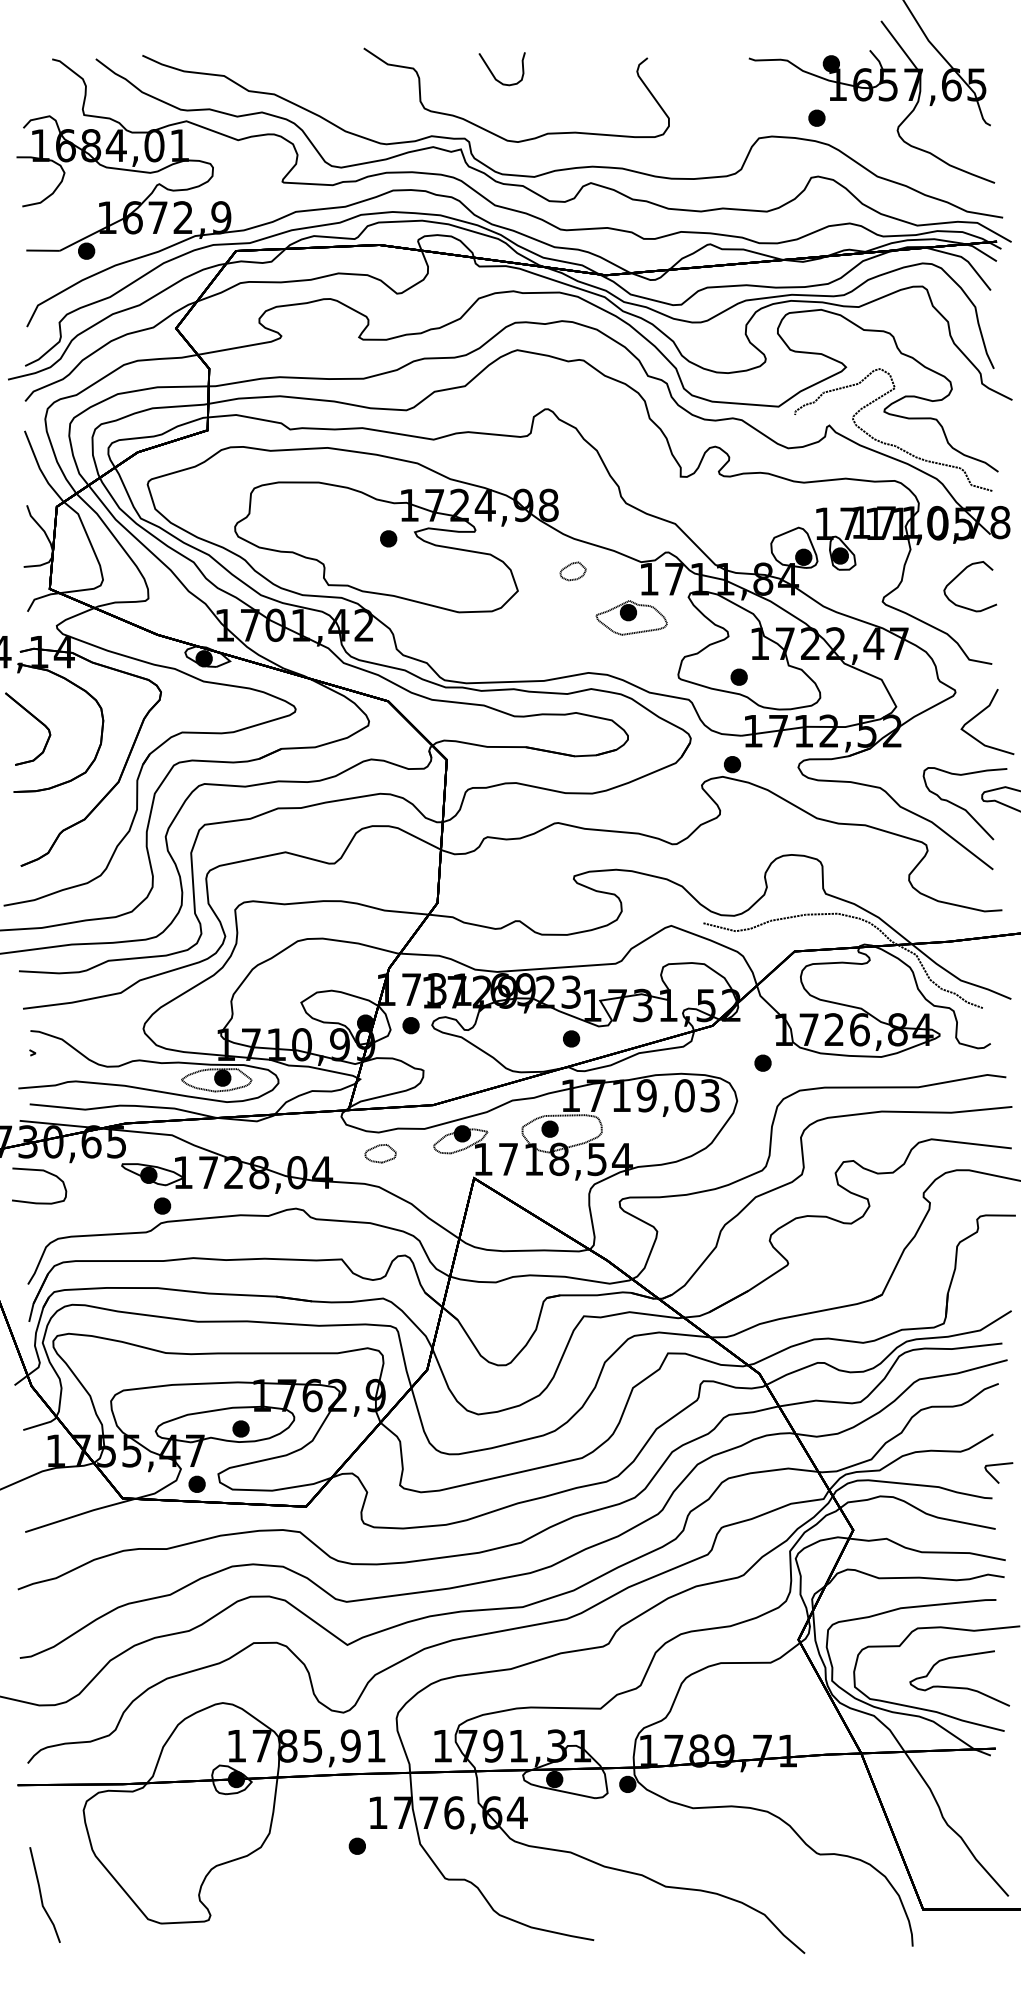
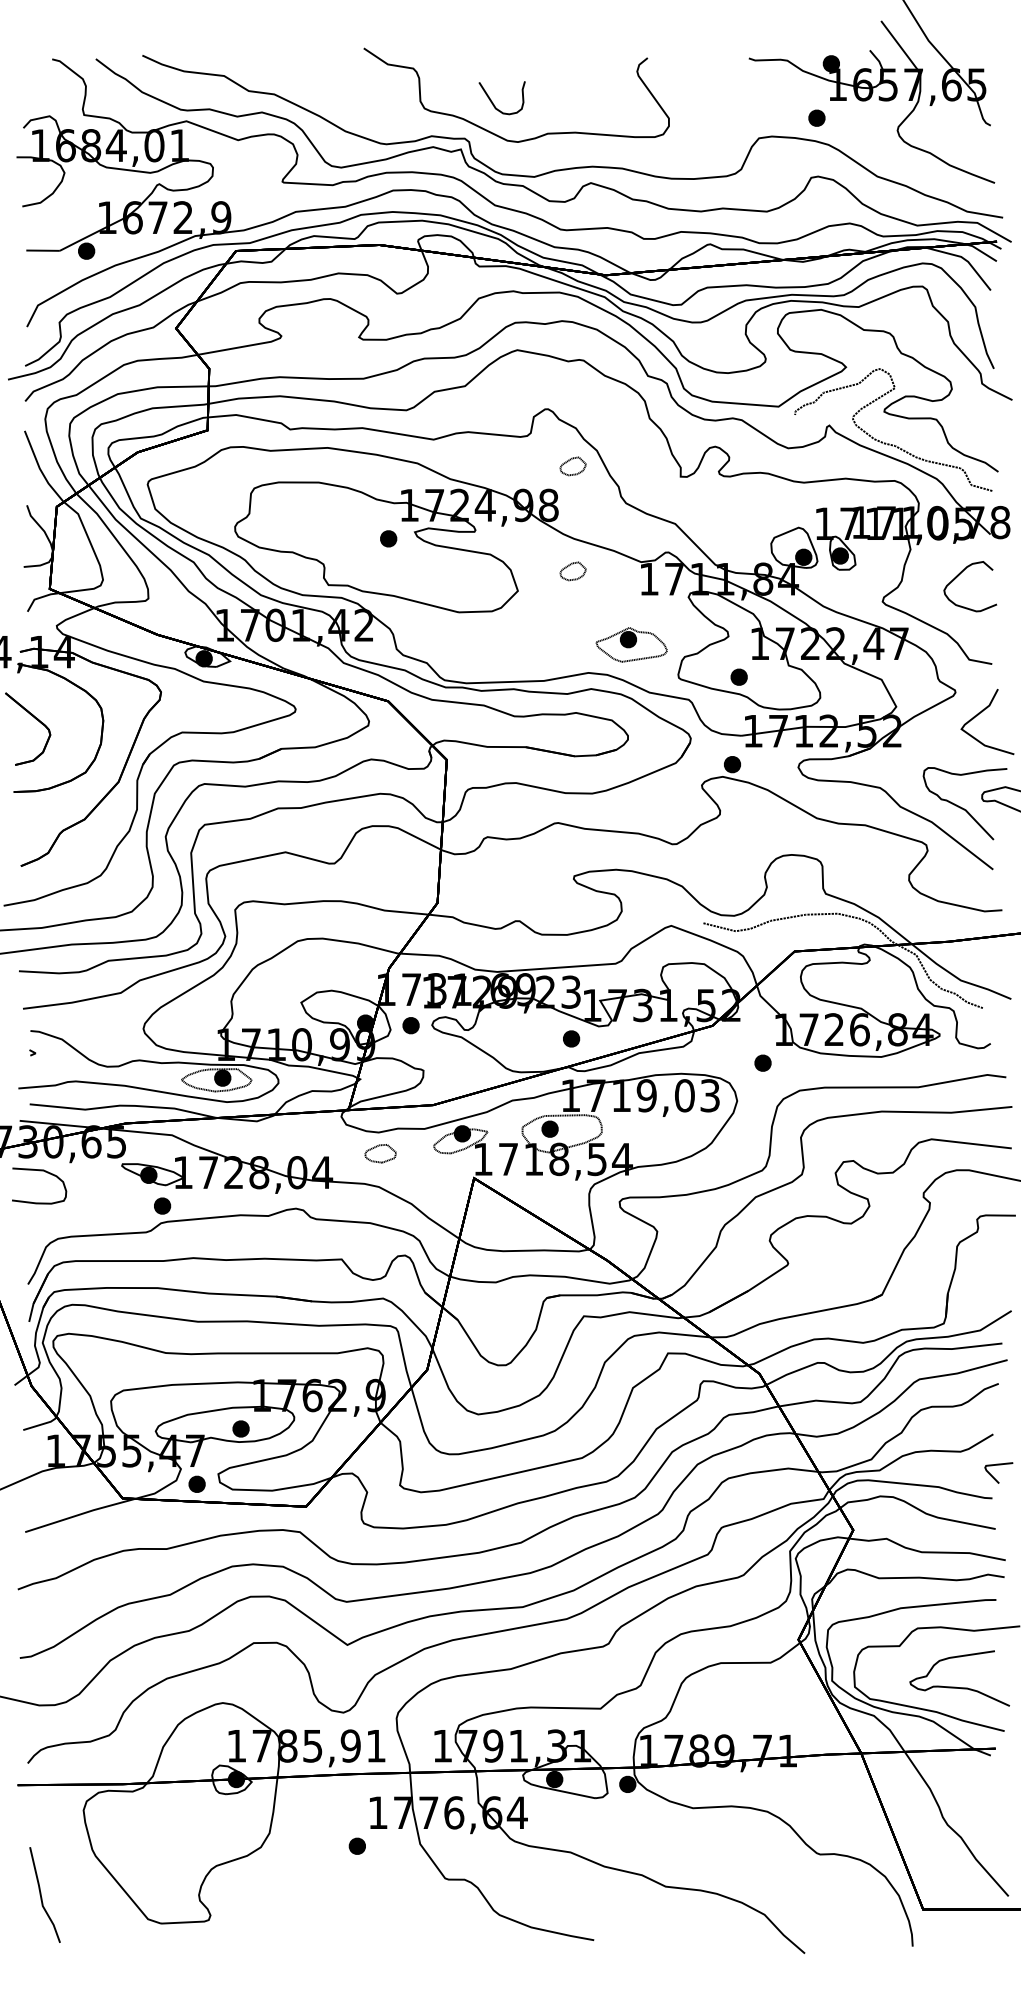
curve at (493, 73) position: (493, 73) -> (493, 102)
part at (572, 466): none -> present
part at (631, 617) position: (631, 617) -> (631, 644)
